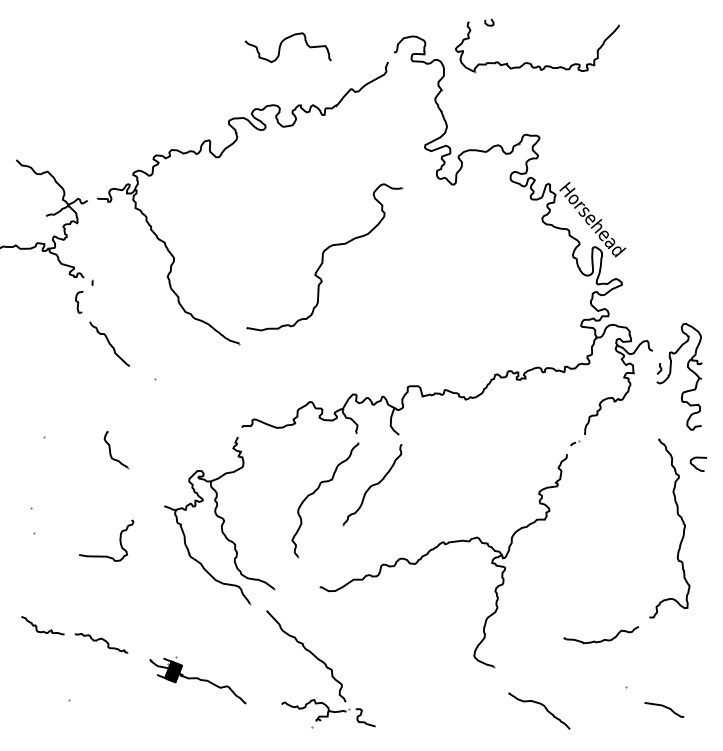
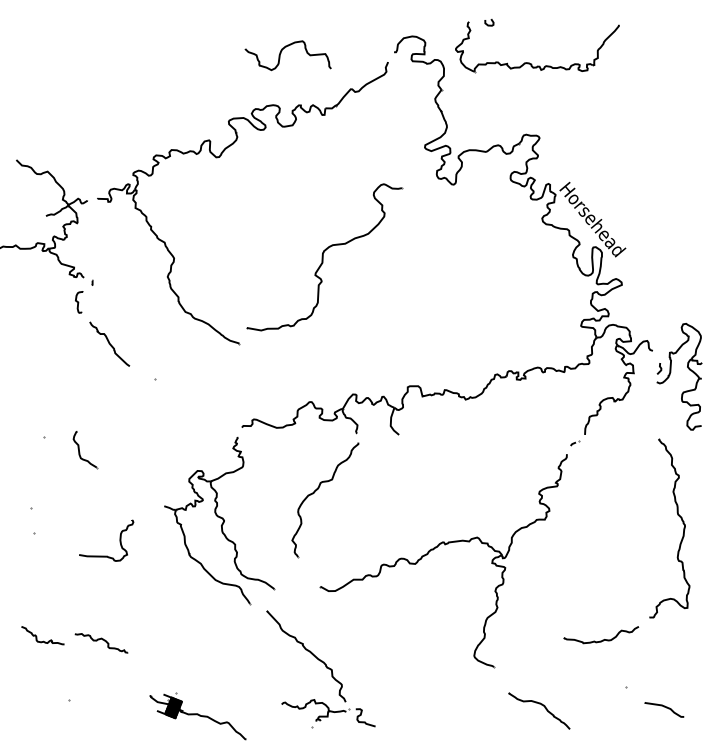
part at (281, 45) position: (281, 45) -> (281, 53)
part at (116, 450) position: (116, 450) -> (85, 450)
curve at (694, 465): present -> none
part at (372, 485): present -> none
curve at (37, 626) position: (37, 626) -> (37, 636)
part at (197, 680) position: (197, 680) -> (197, 716)
